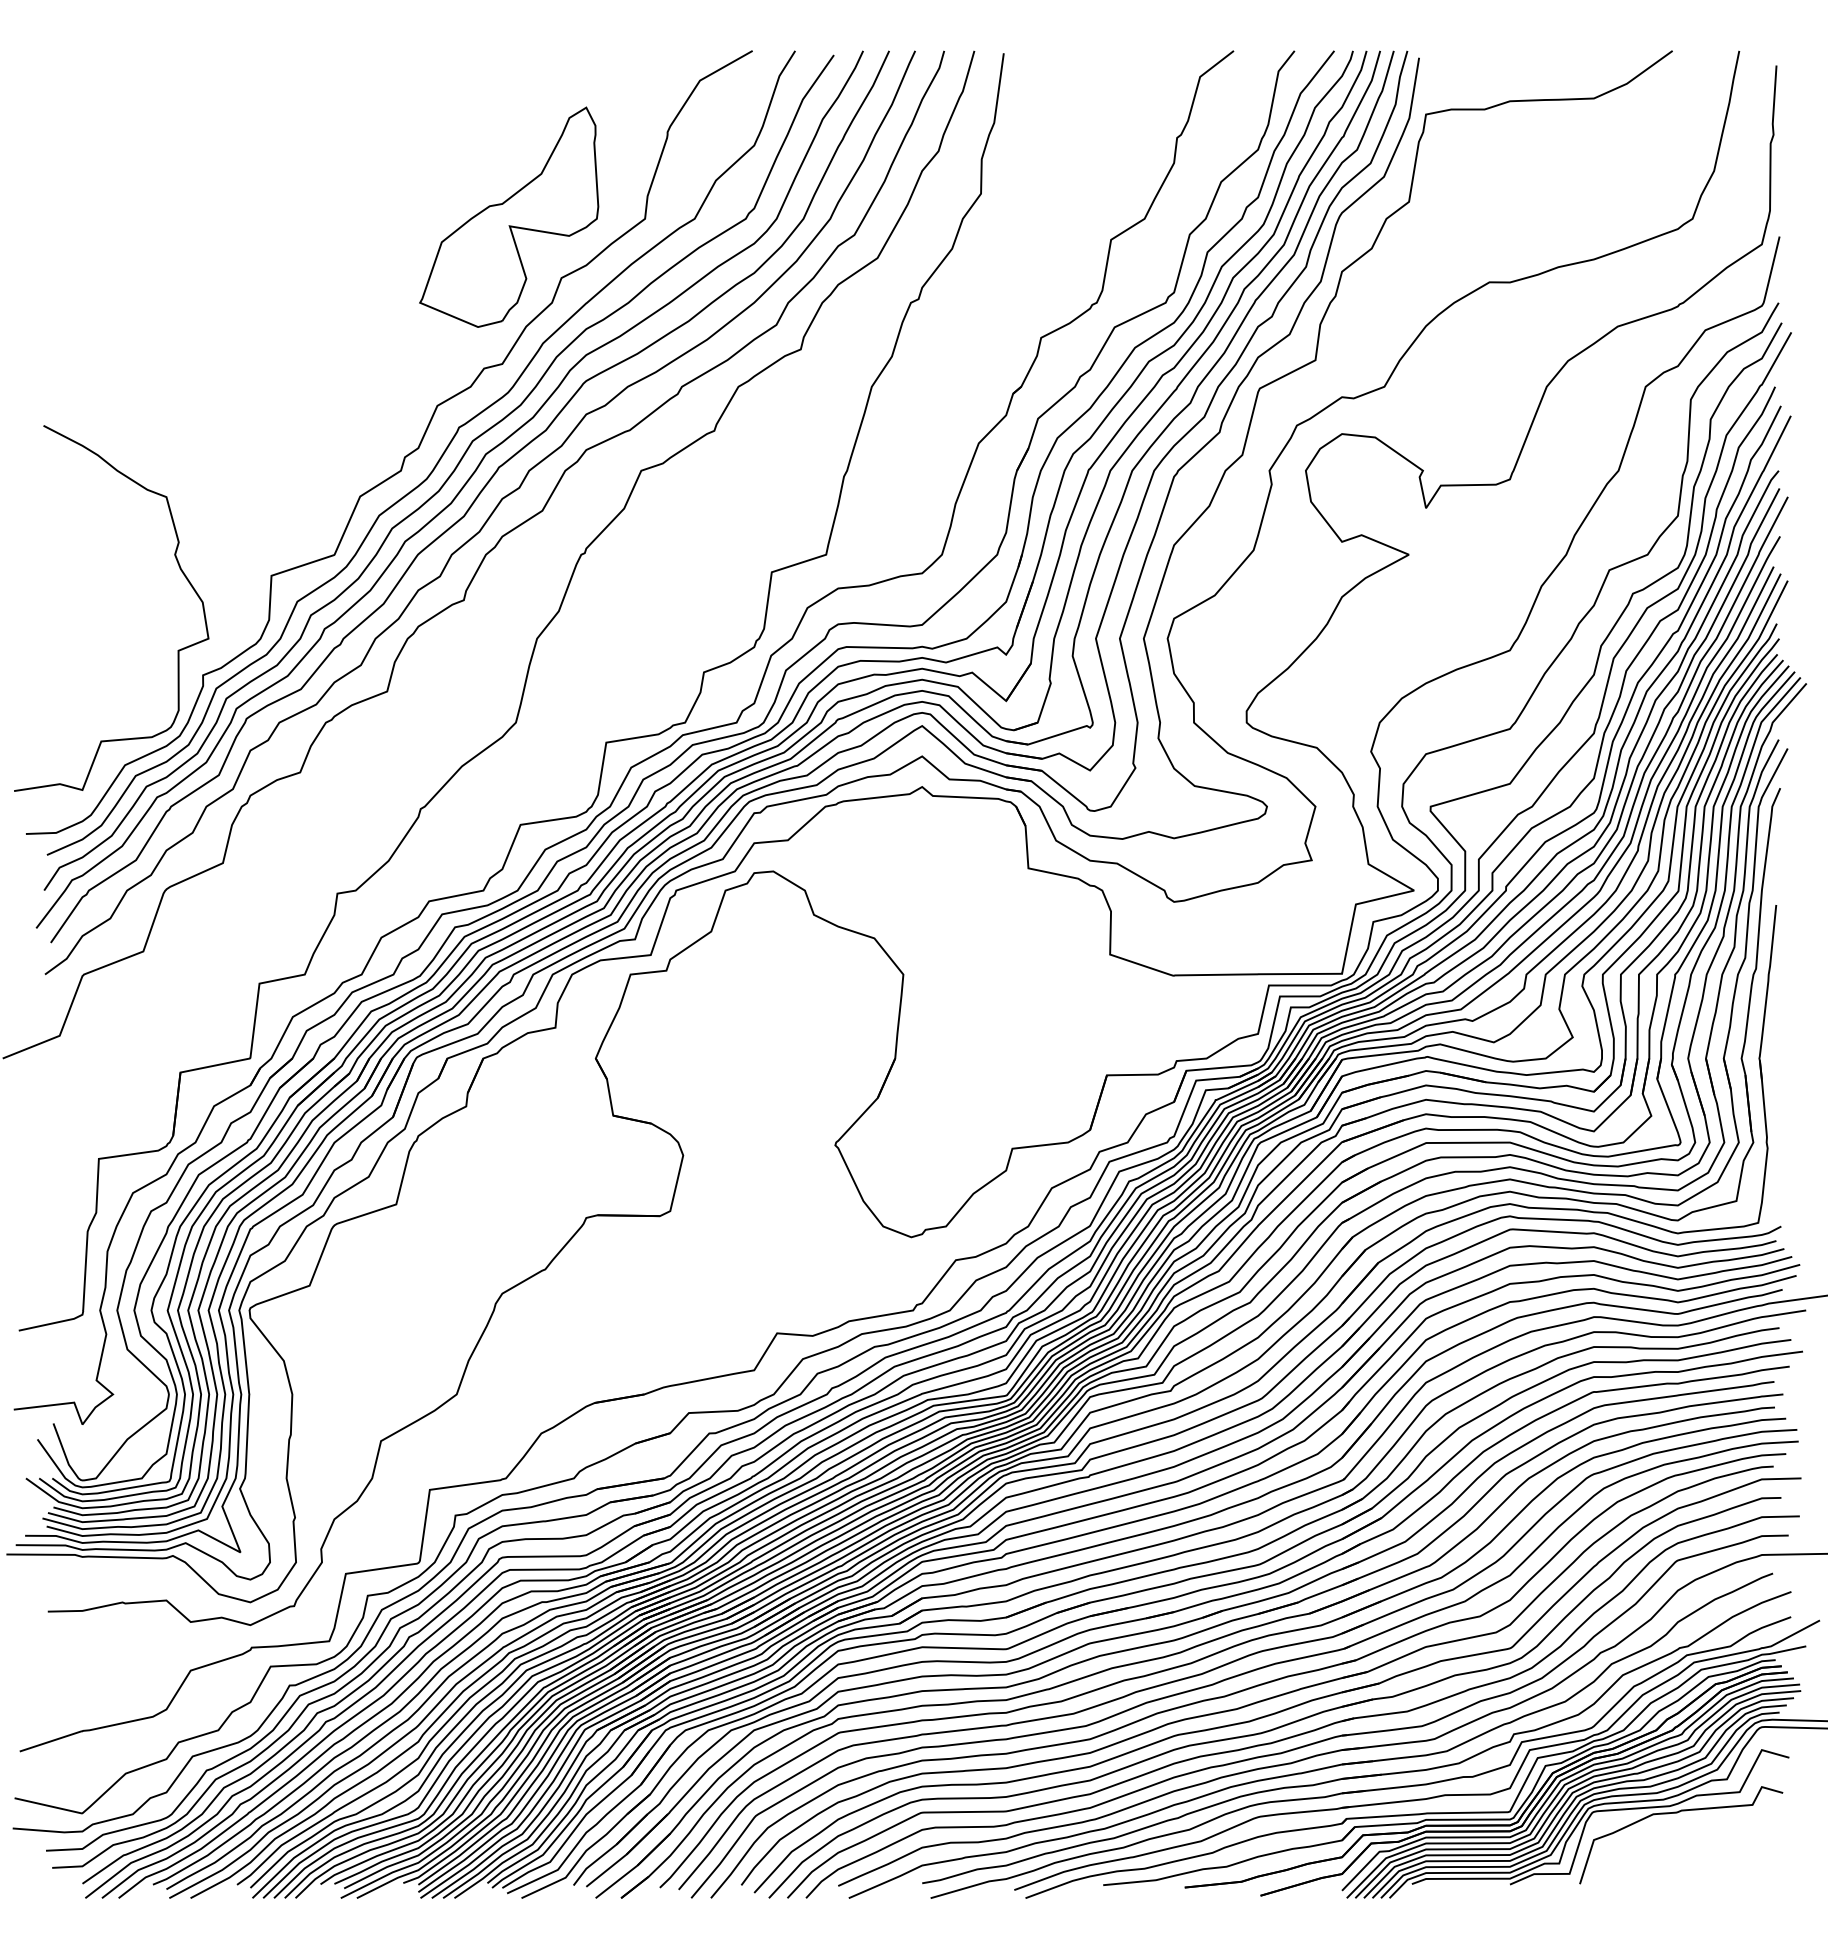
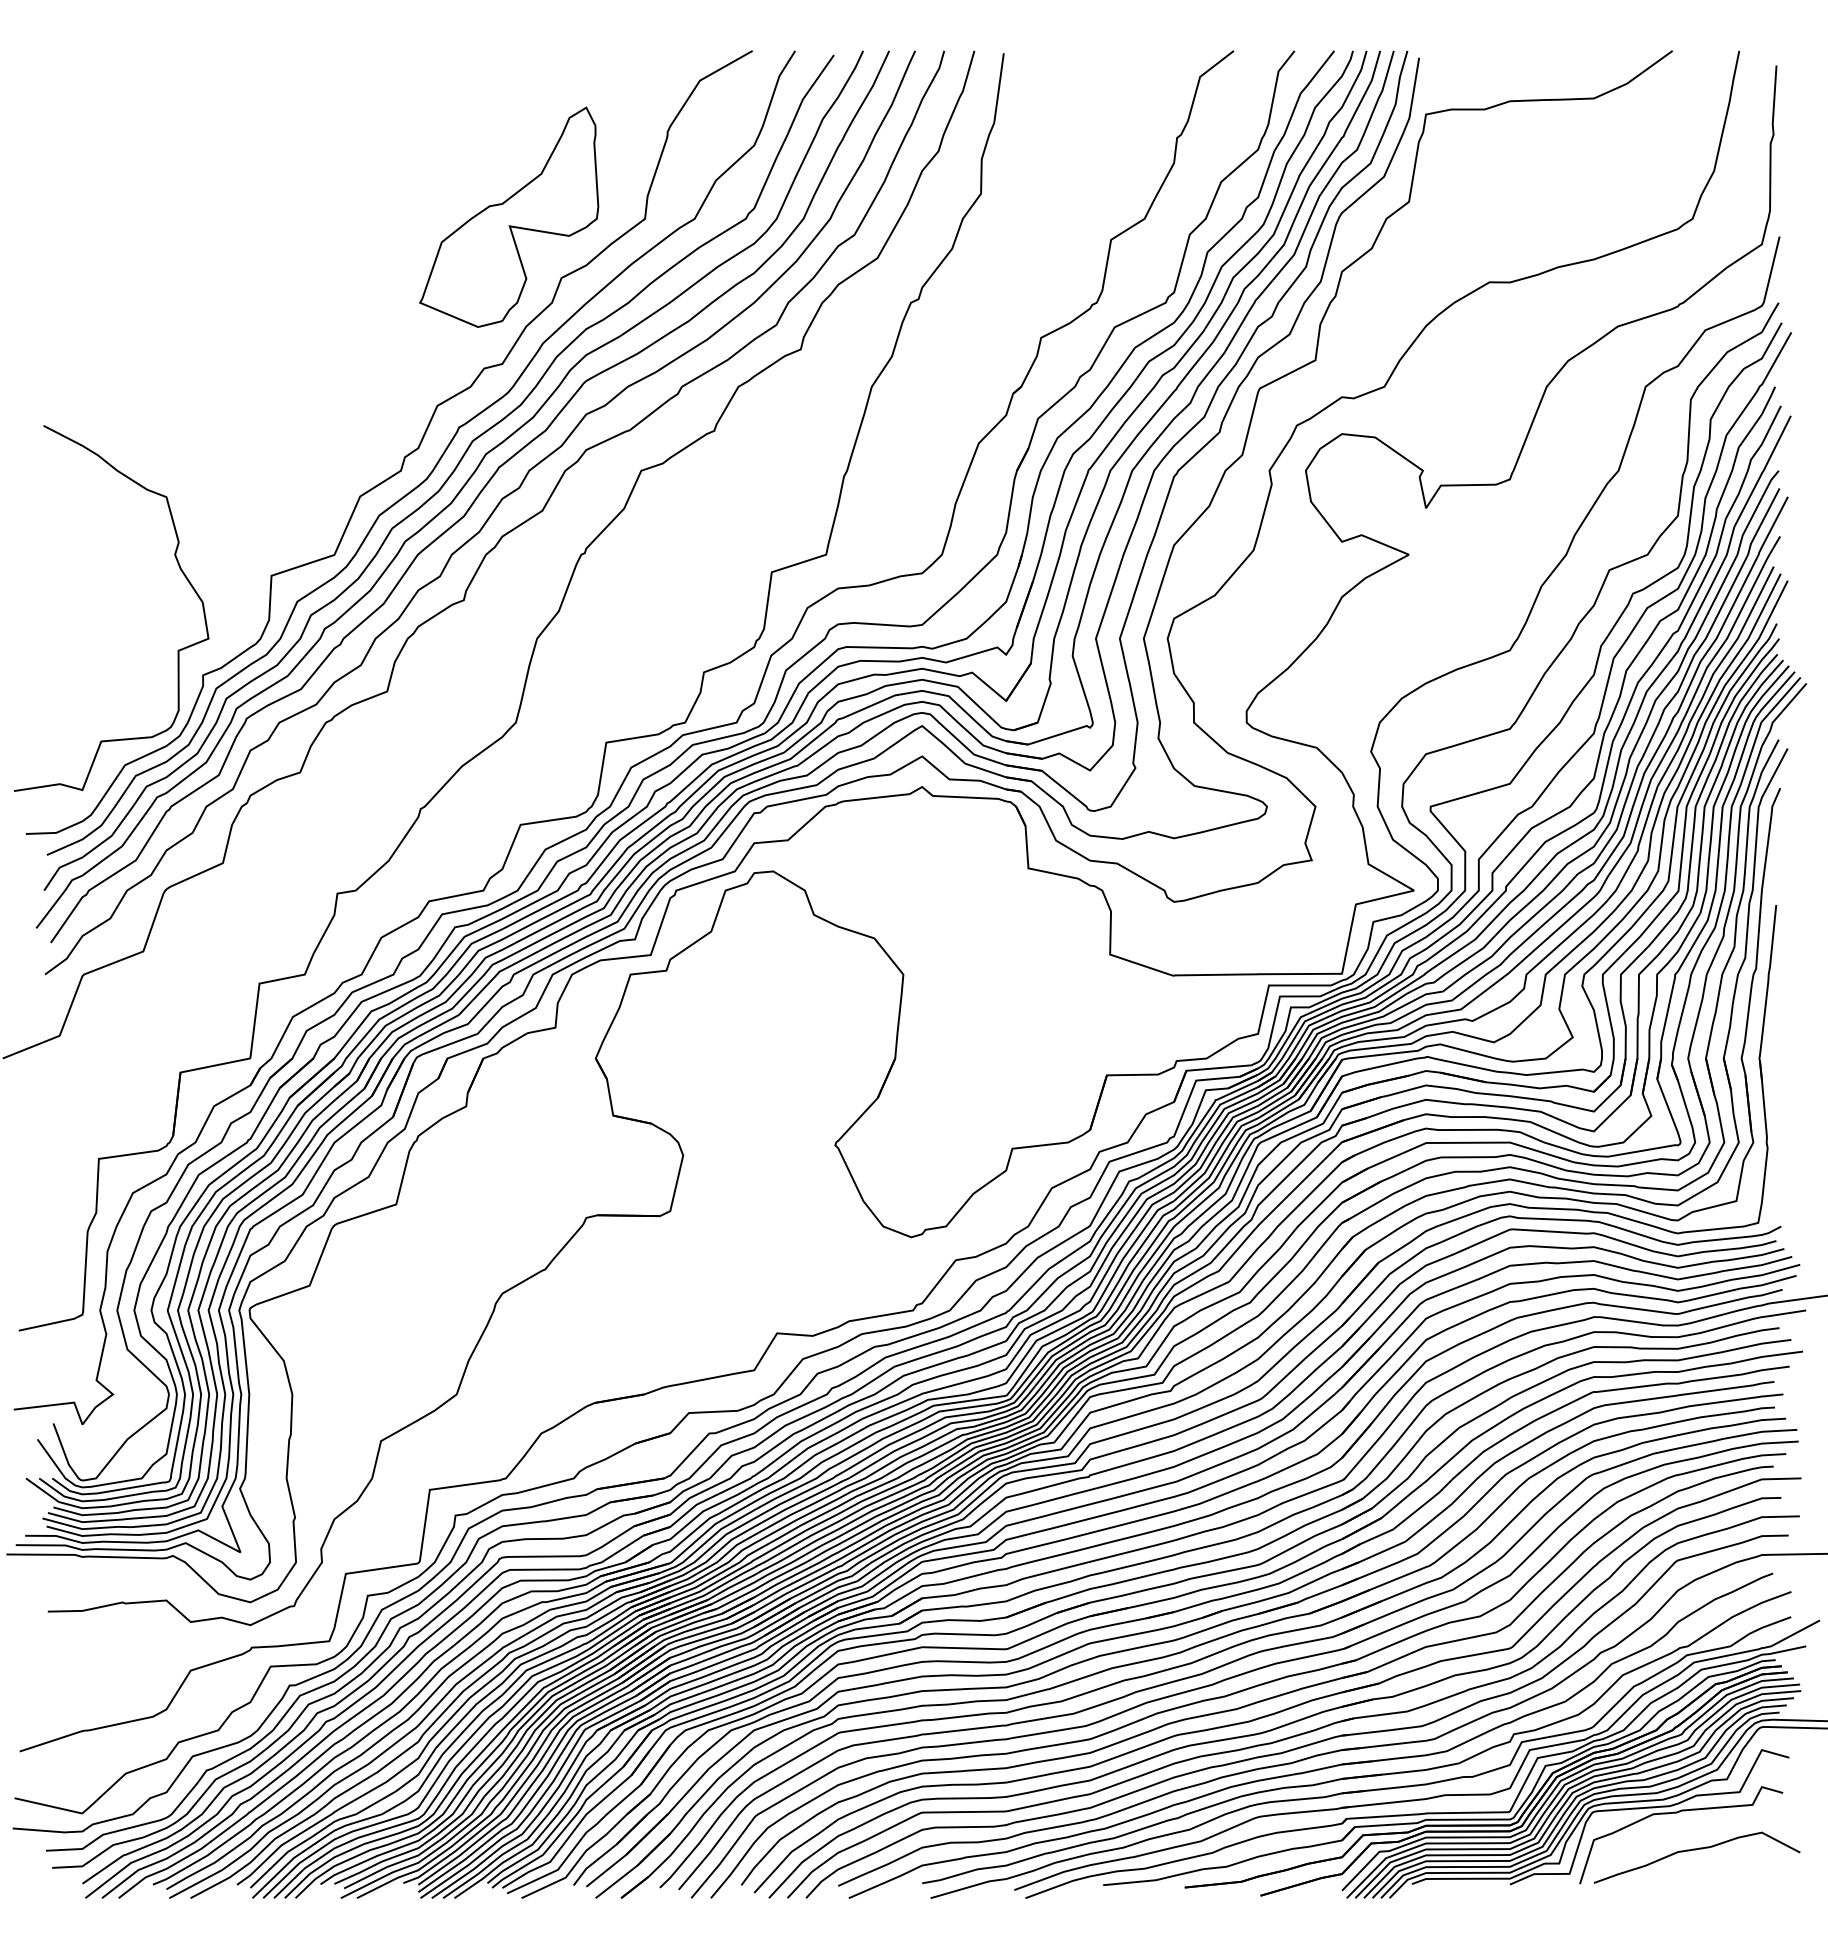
curve at (1696, 1850): none -> present
